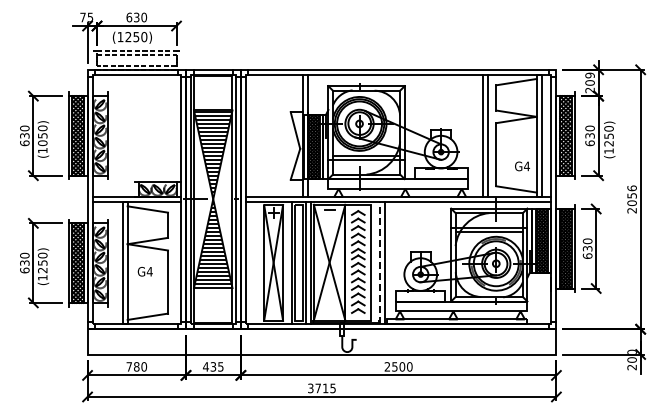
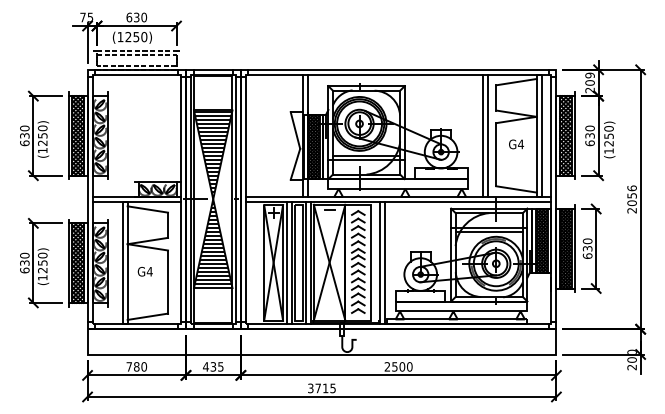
text at (42, 143): (1050) -> (1250)
text at (522, 166) position: (522, 166) -> (516, 144)
line at (380, 262): dashed -> solid
line at (286, 263): none -> present
